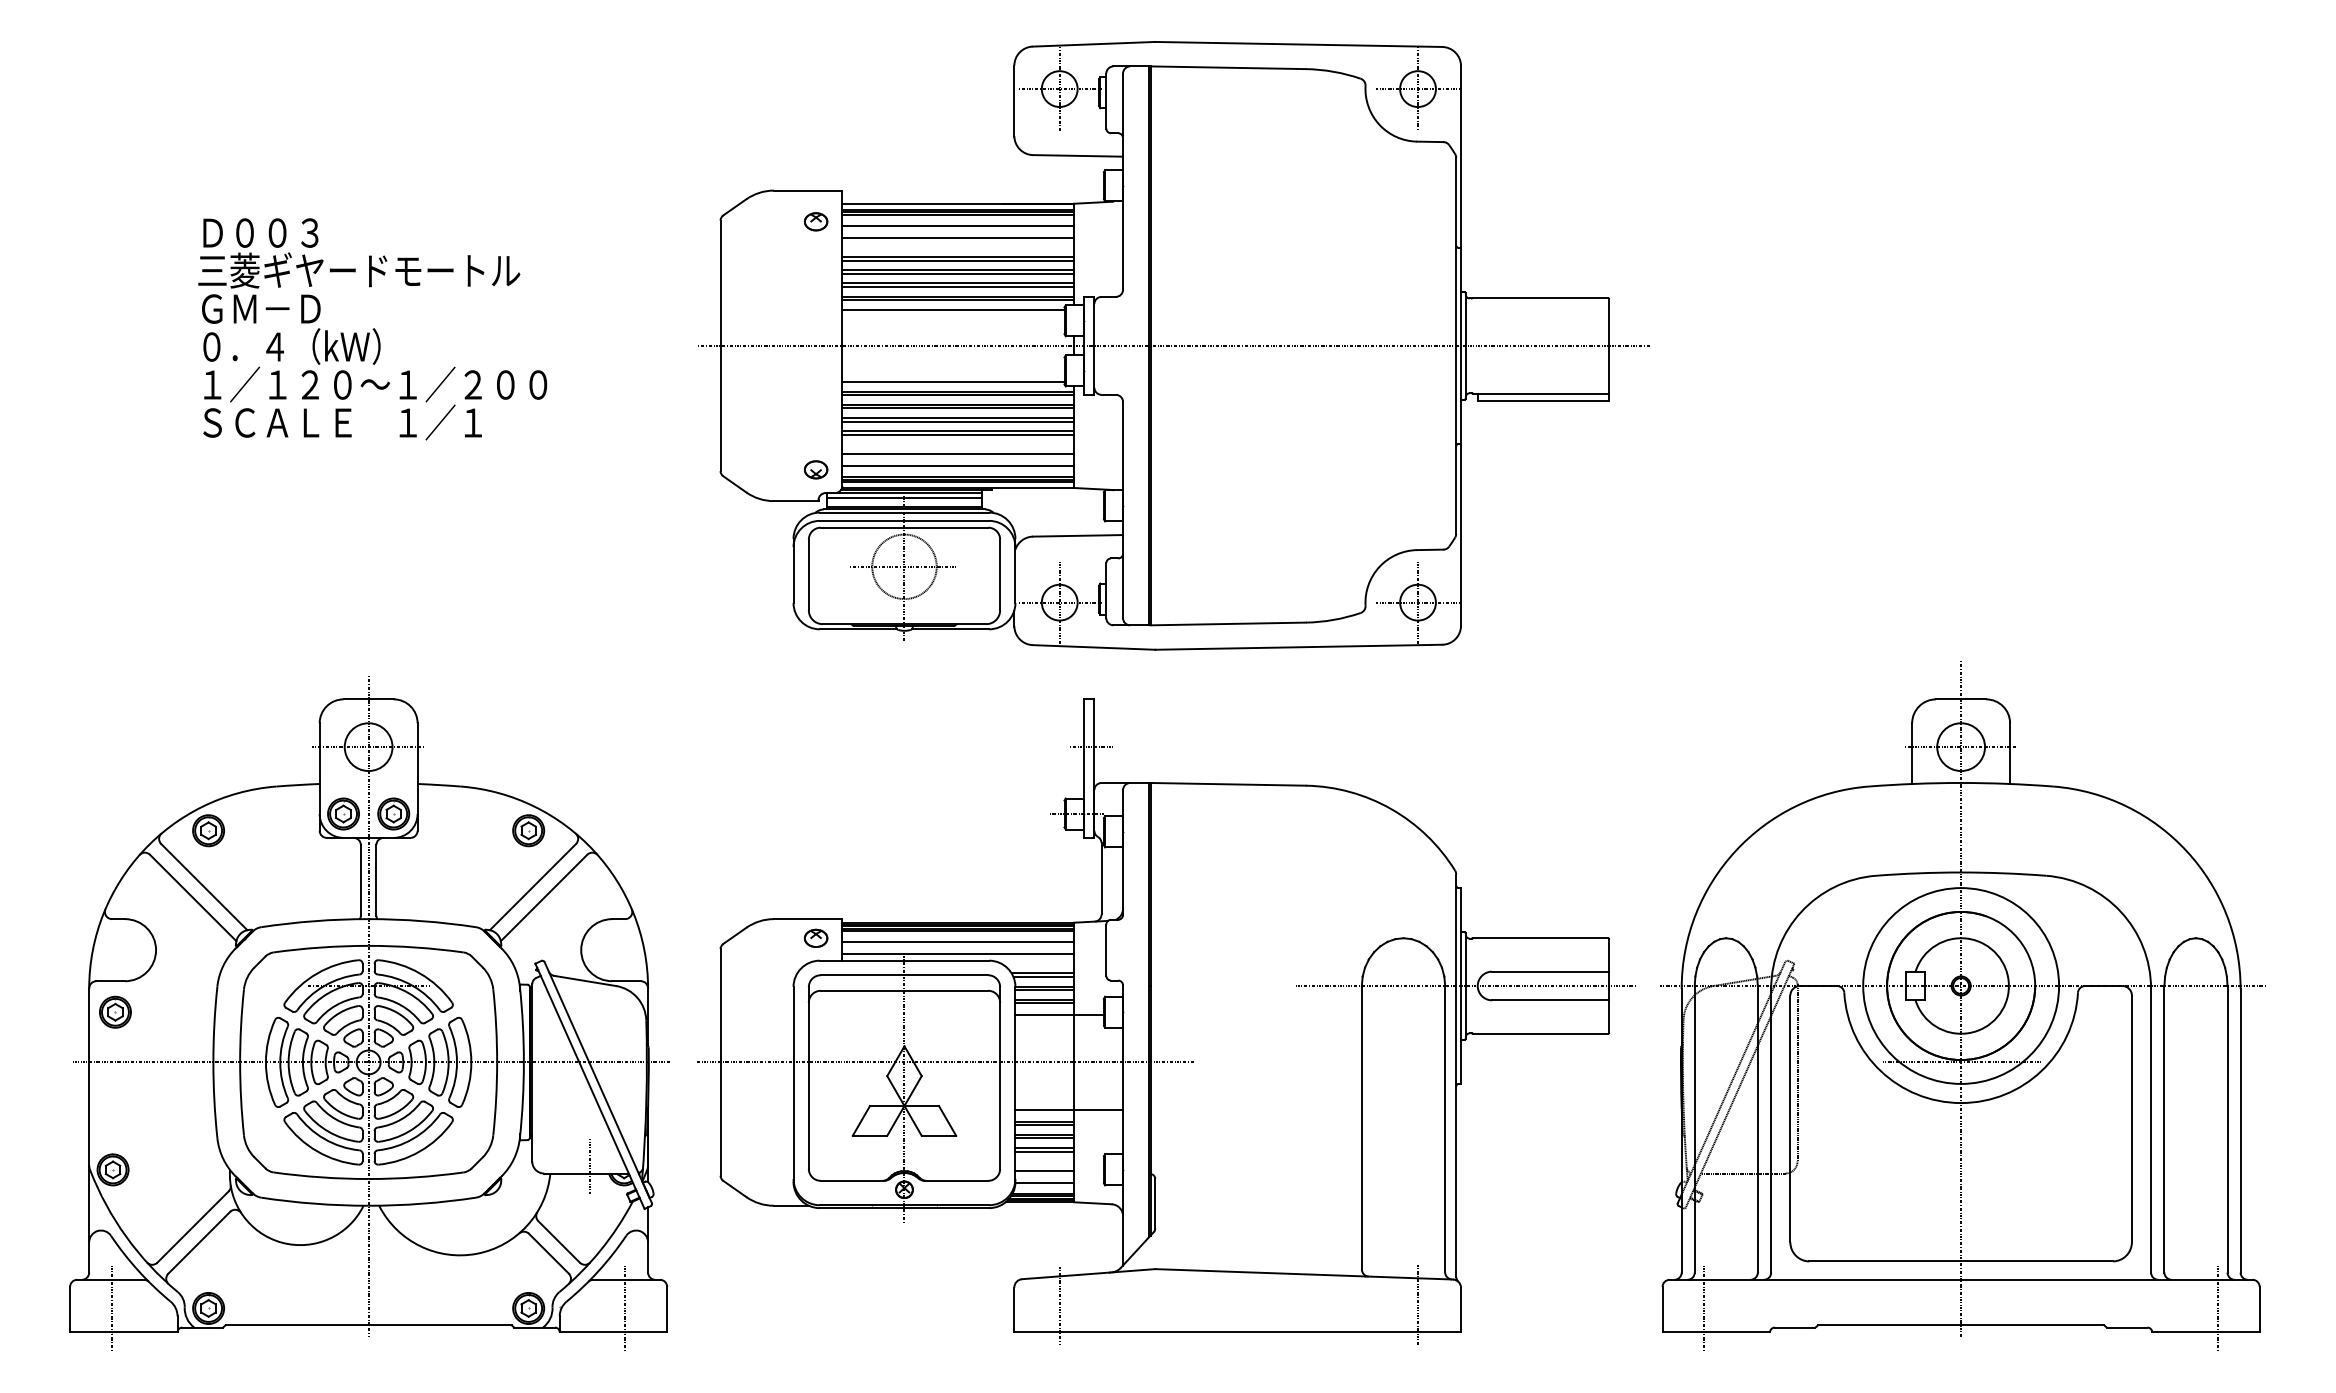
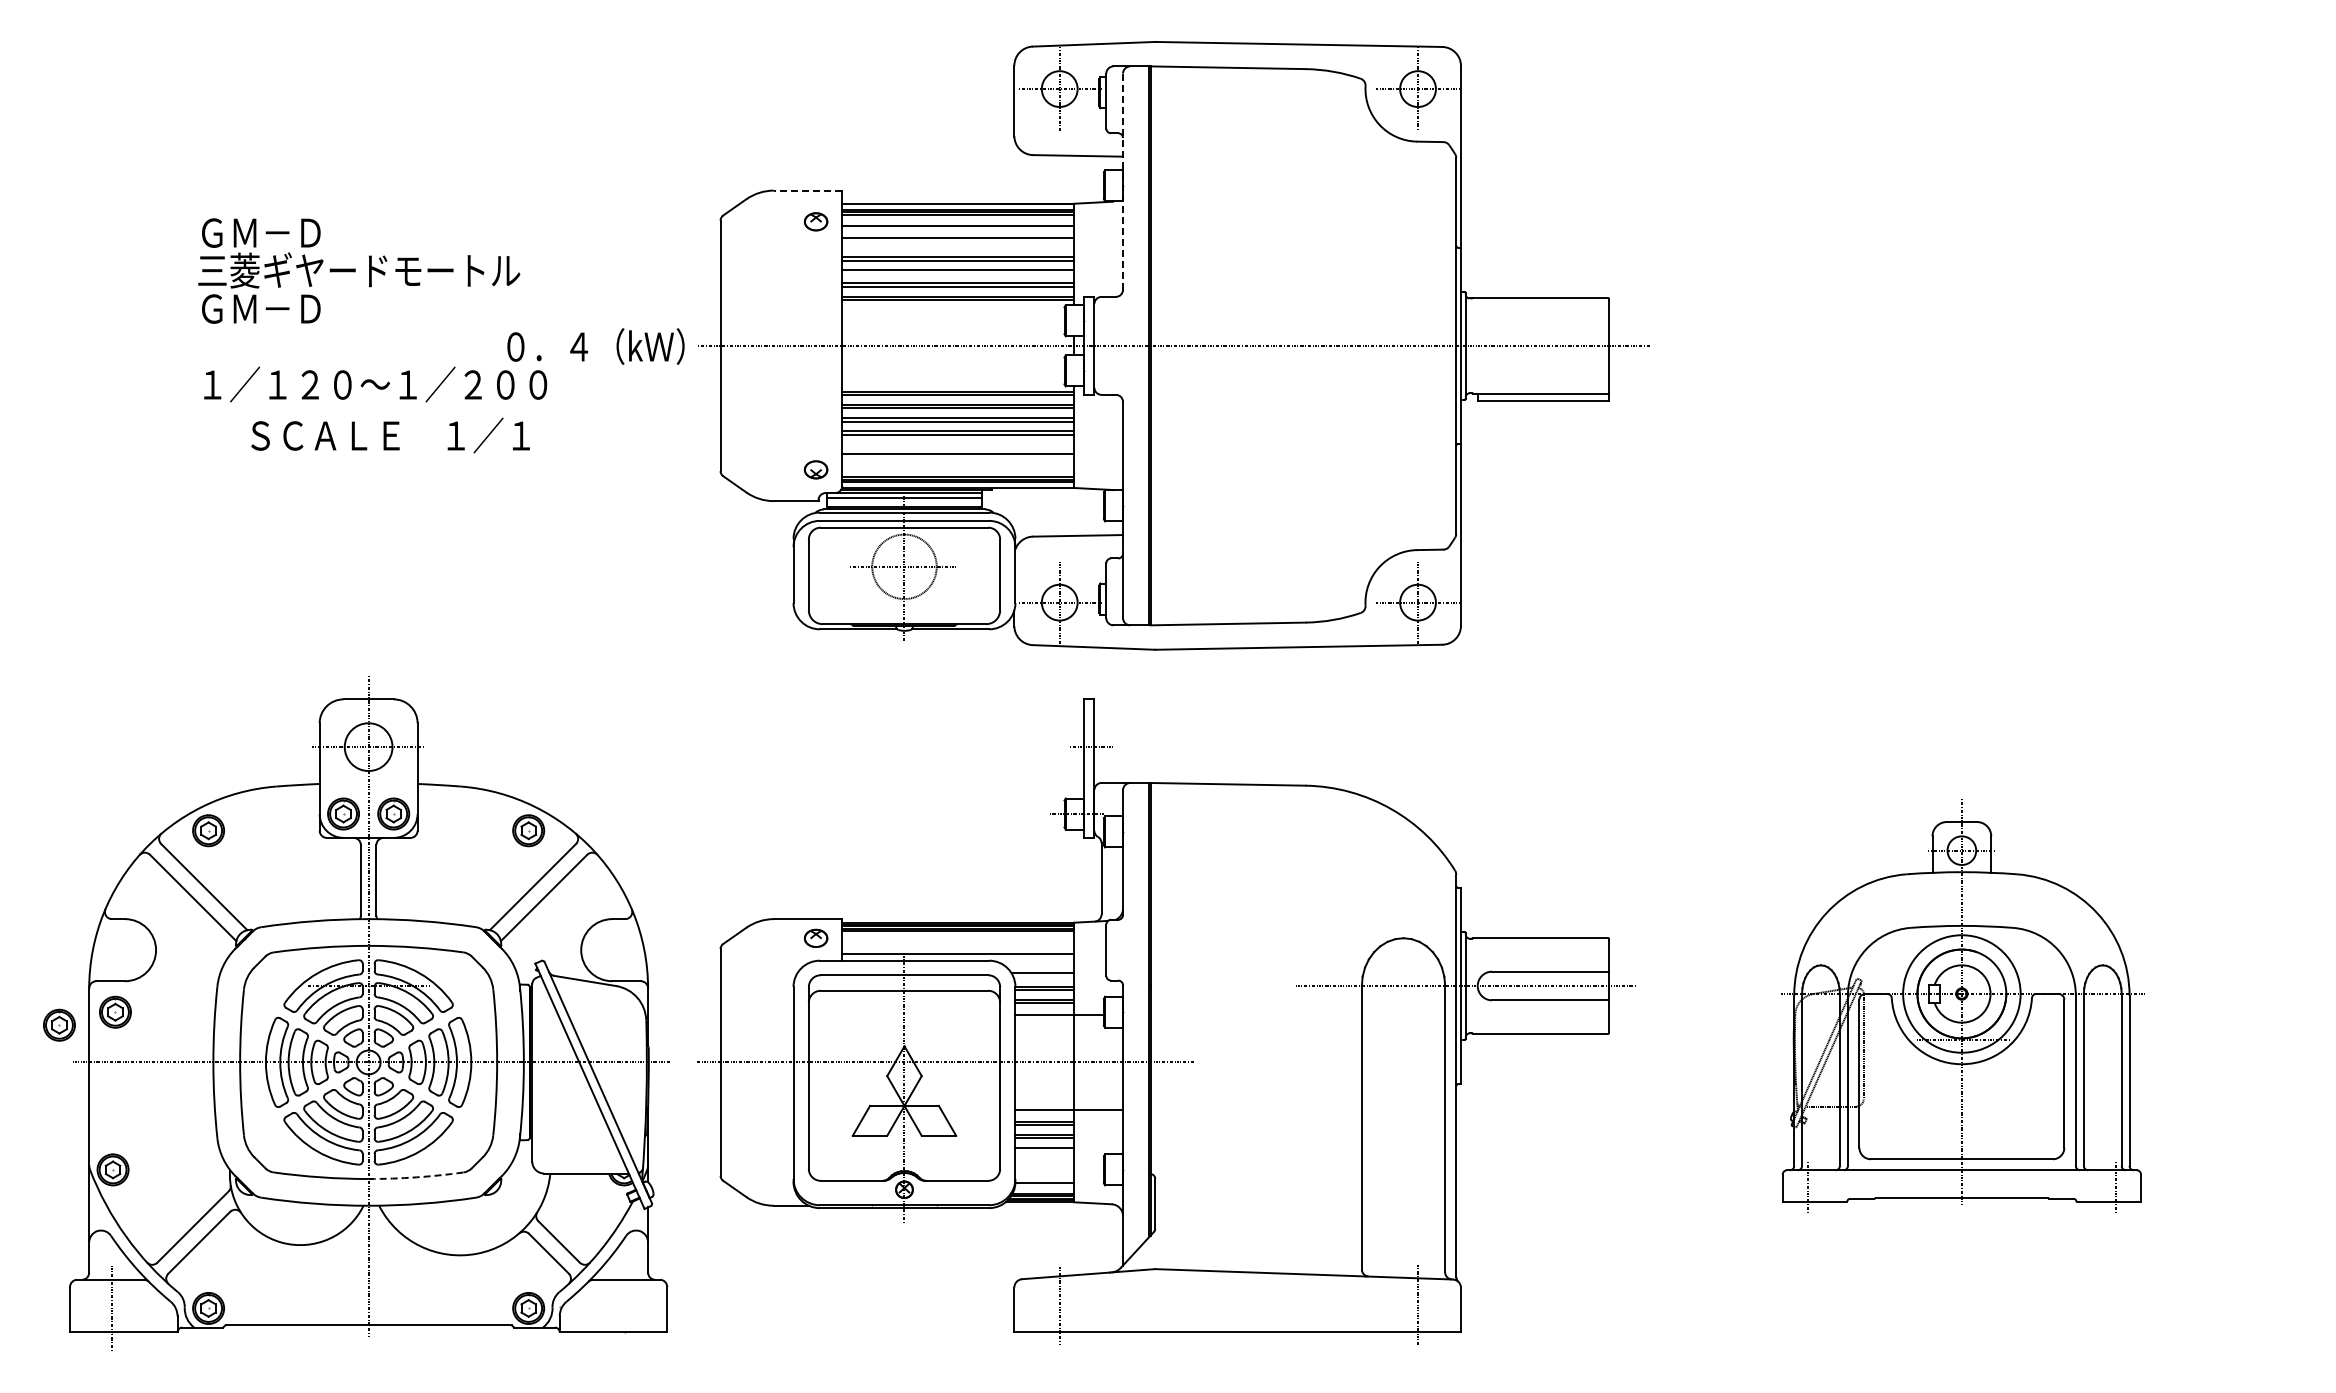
line at (1123, 182): solid -> dashed
line at (807, 190): solid -> dashed
text at (261, 232): Ｄ００３ -> ＧＭ－Ｄ
line at (958, 273): present -> none
line at (953, 310): present -> none
text at (291, 346) position: (291, 346) -> (595, 346)
line at (953, 381): present -> none
text at (342, 422) position: (342, 422) -> (390, 435)
line at (958, 466): present -> none
line at (958, 942): present -> none
line at (1043, 977): present -> none
part at (1962, 1005) size: 606x690 px -> 364x414 px
part at (59, 1024): none -> present
line at (1044, 1151): present -> none
line at (589, 1166): present -> none
line at (1044, 1170): present -> none
arc at (416, 1177): solid -> dashed
line at (625, 1308): present -> none
